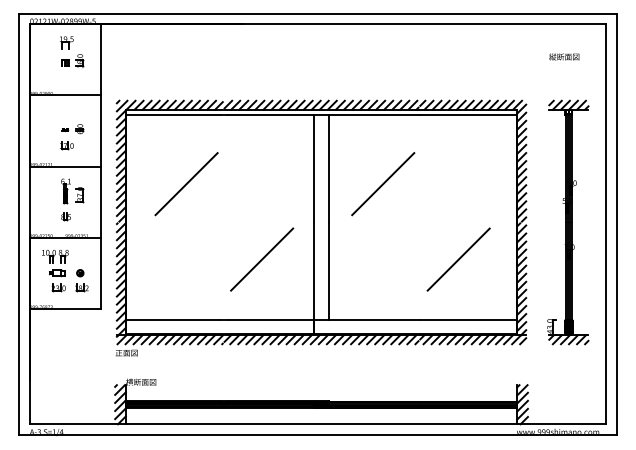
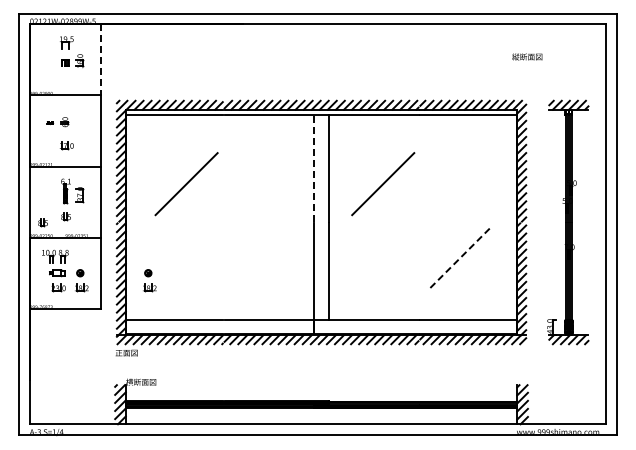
text at (564, 56) position: (564, 56) -> (527, 56)
line at (100, 59): solid -> dashed
part at (72, 129) position: (72, 129) -> (57, 122)
line at (314, 168): solid -> dashed
part at (42, 222): none -> present
line at (262, 259): present -> none
line at (458, 259): solid -> dashed
part at (149, 280): none -> present
